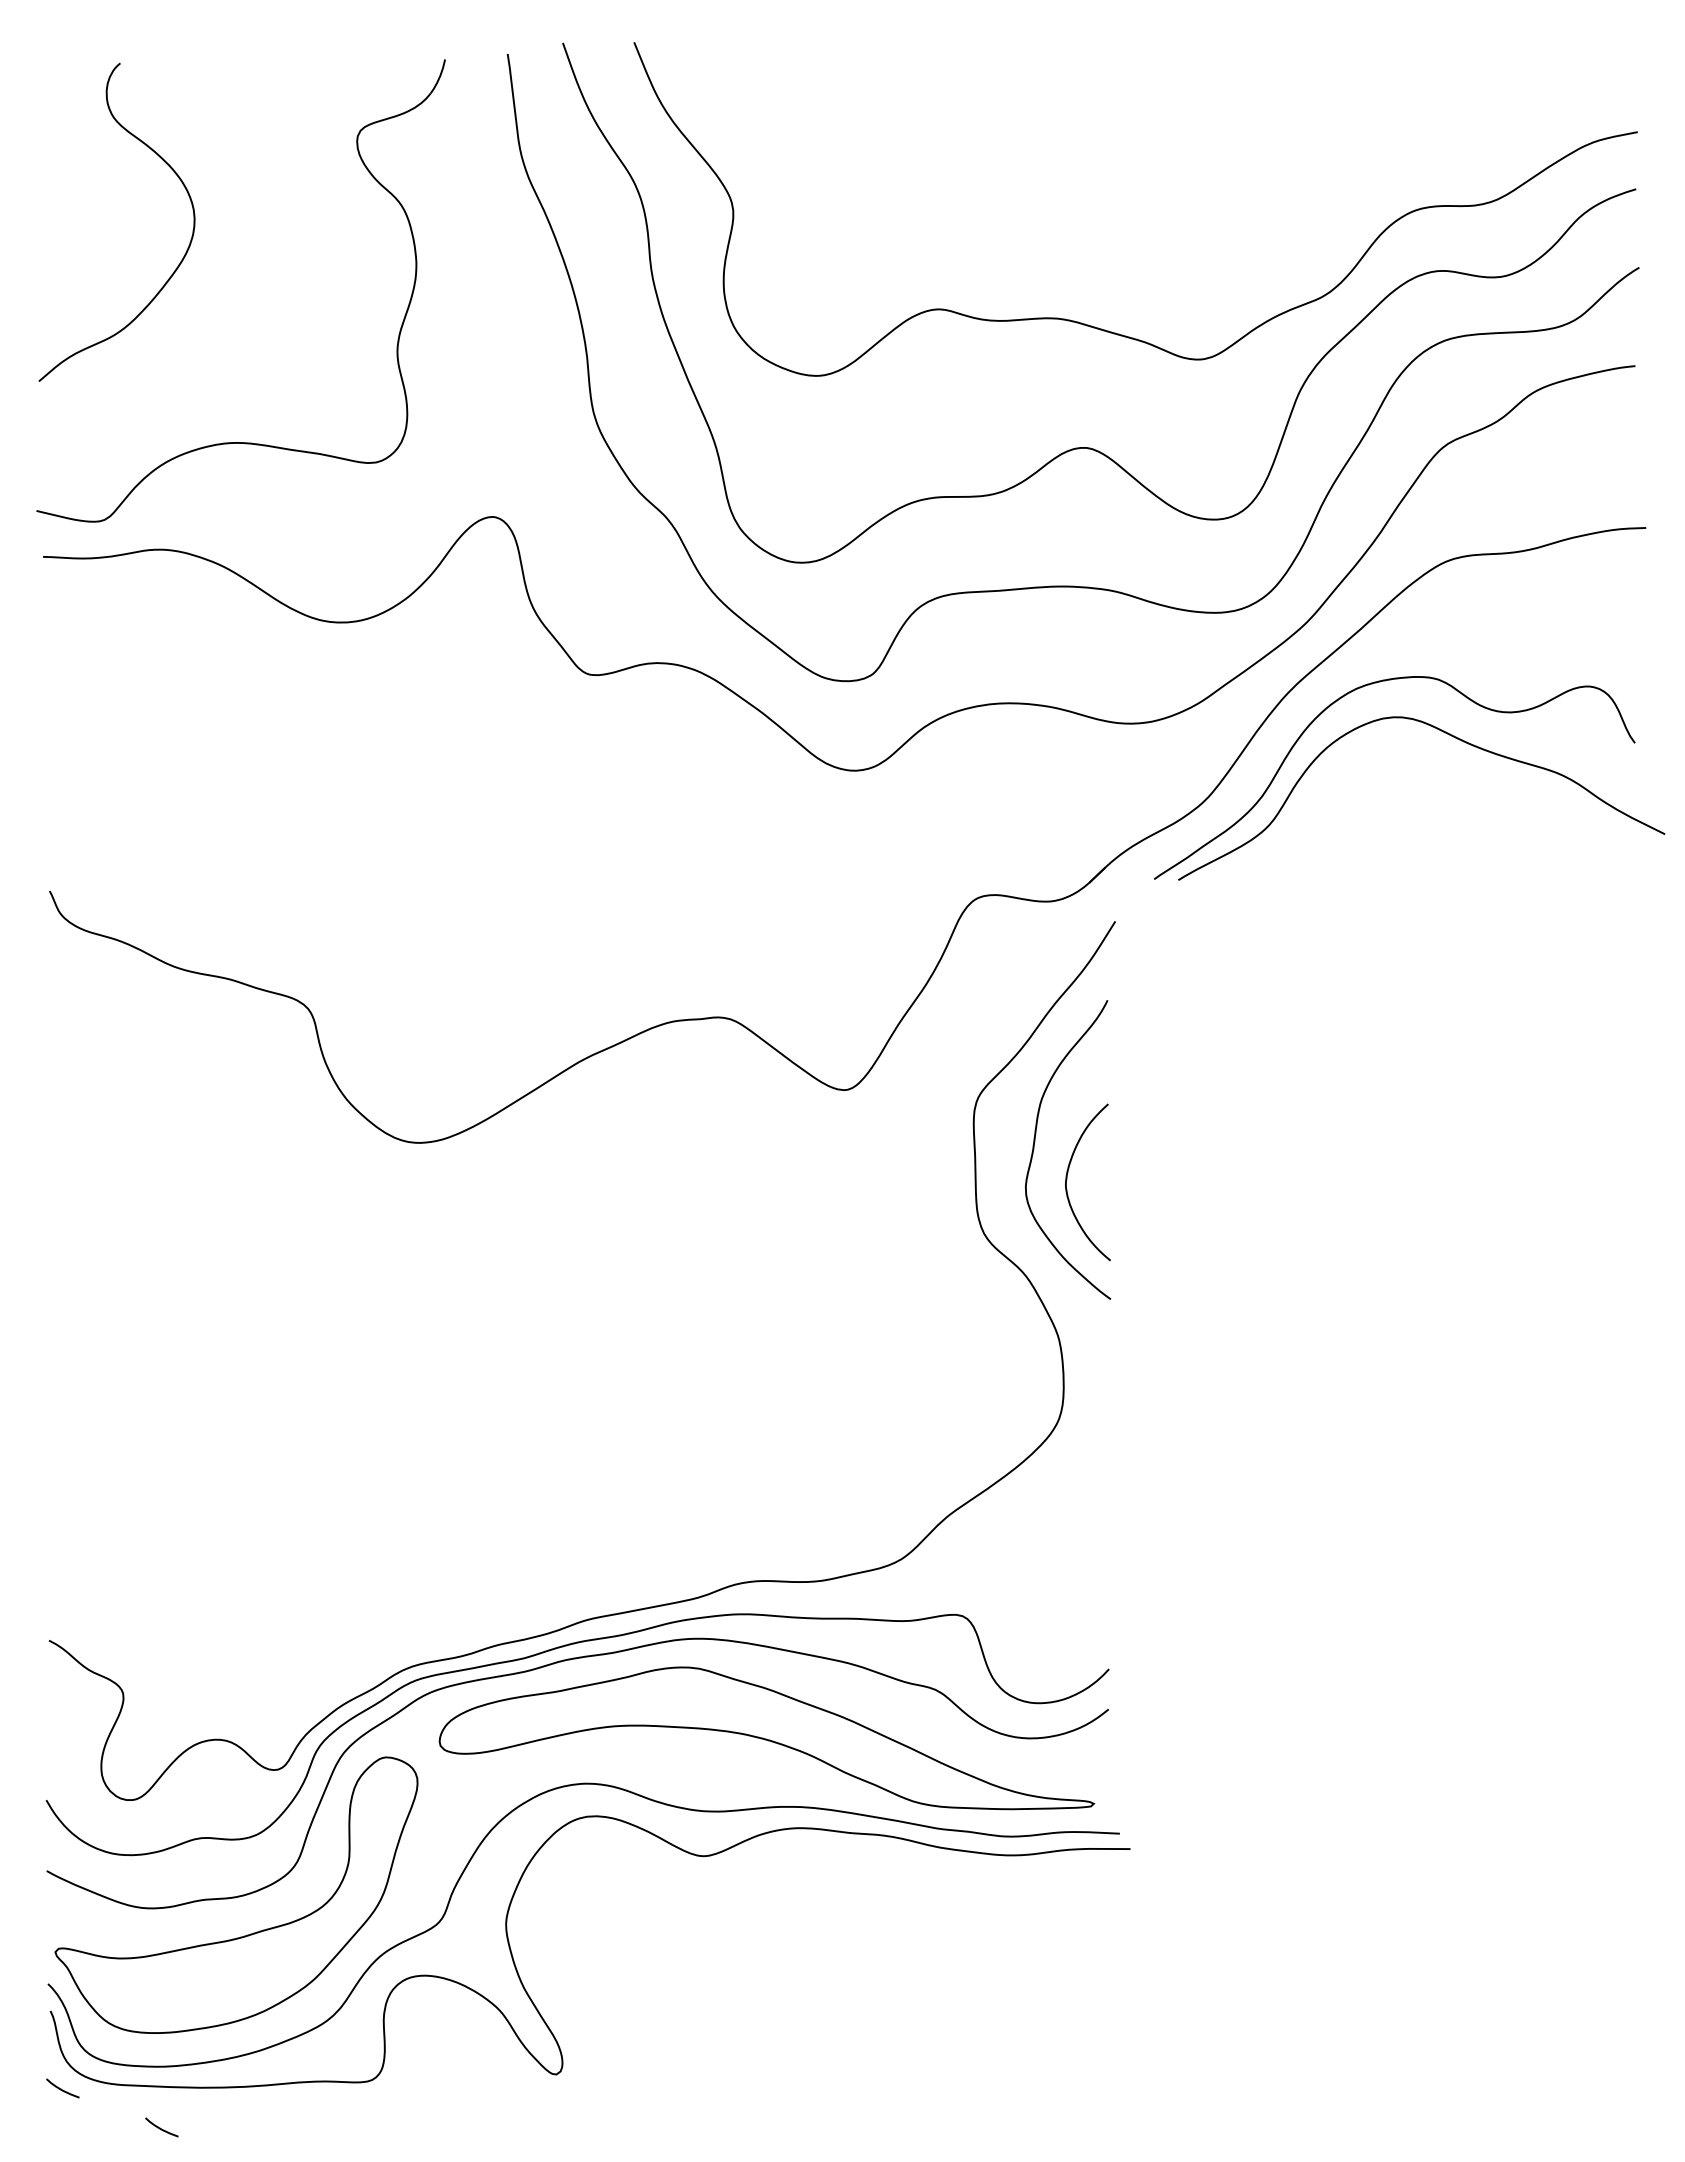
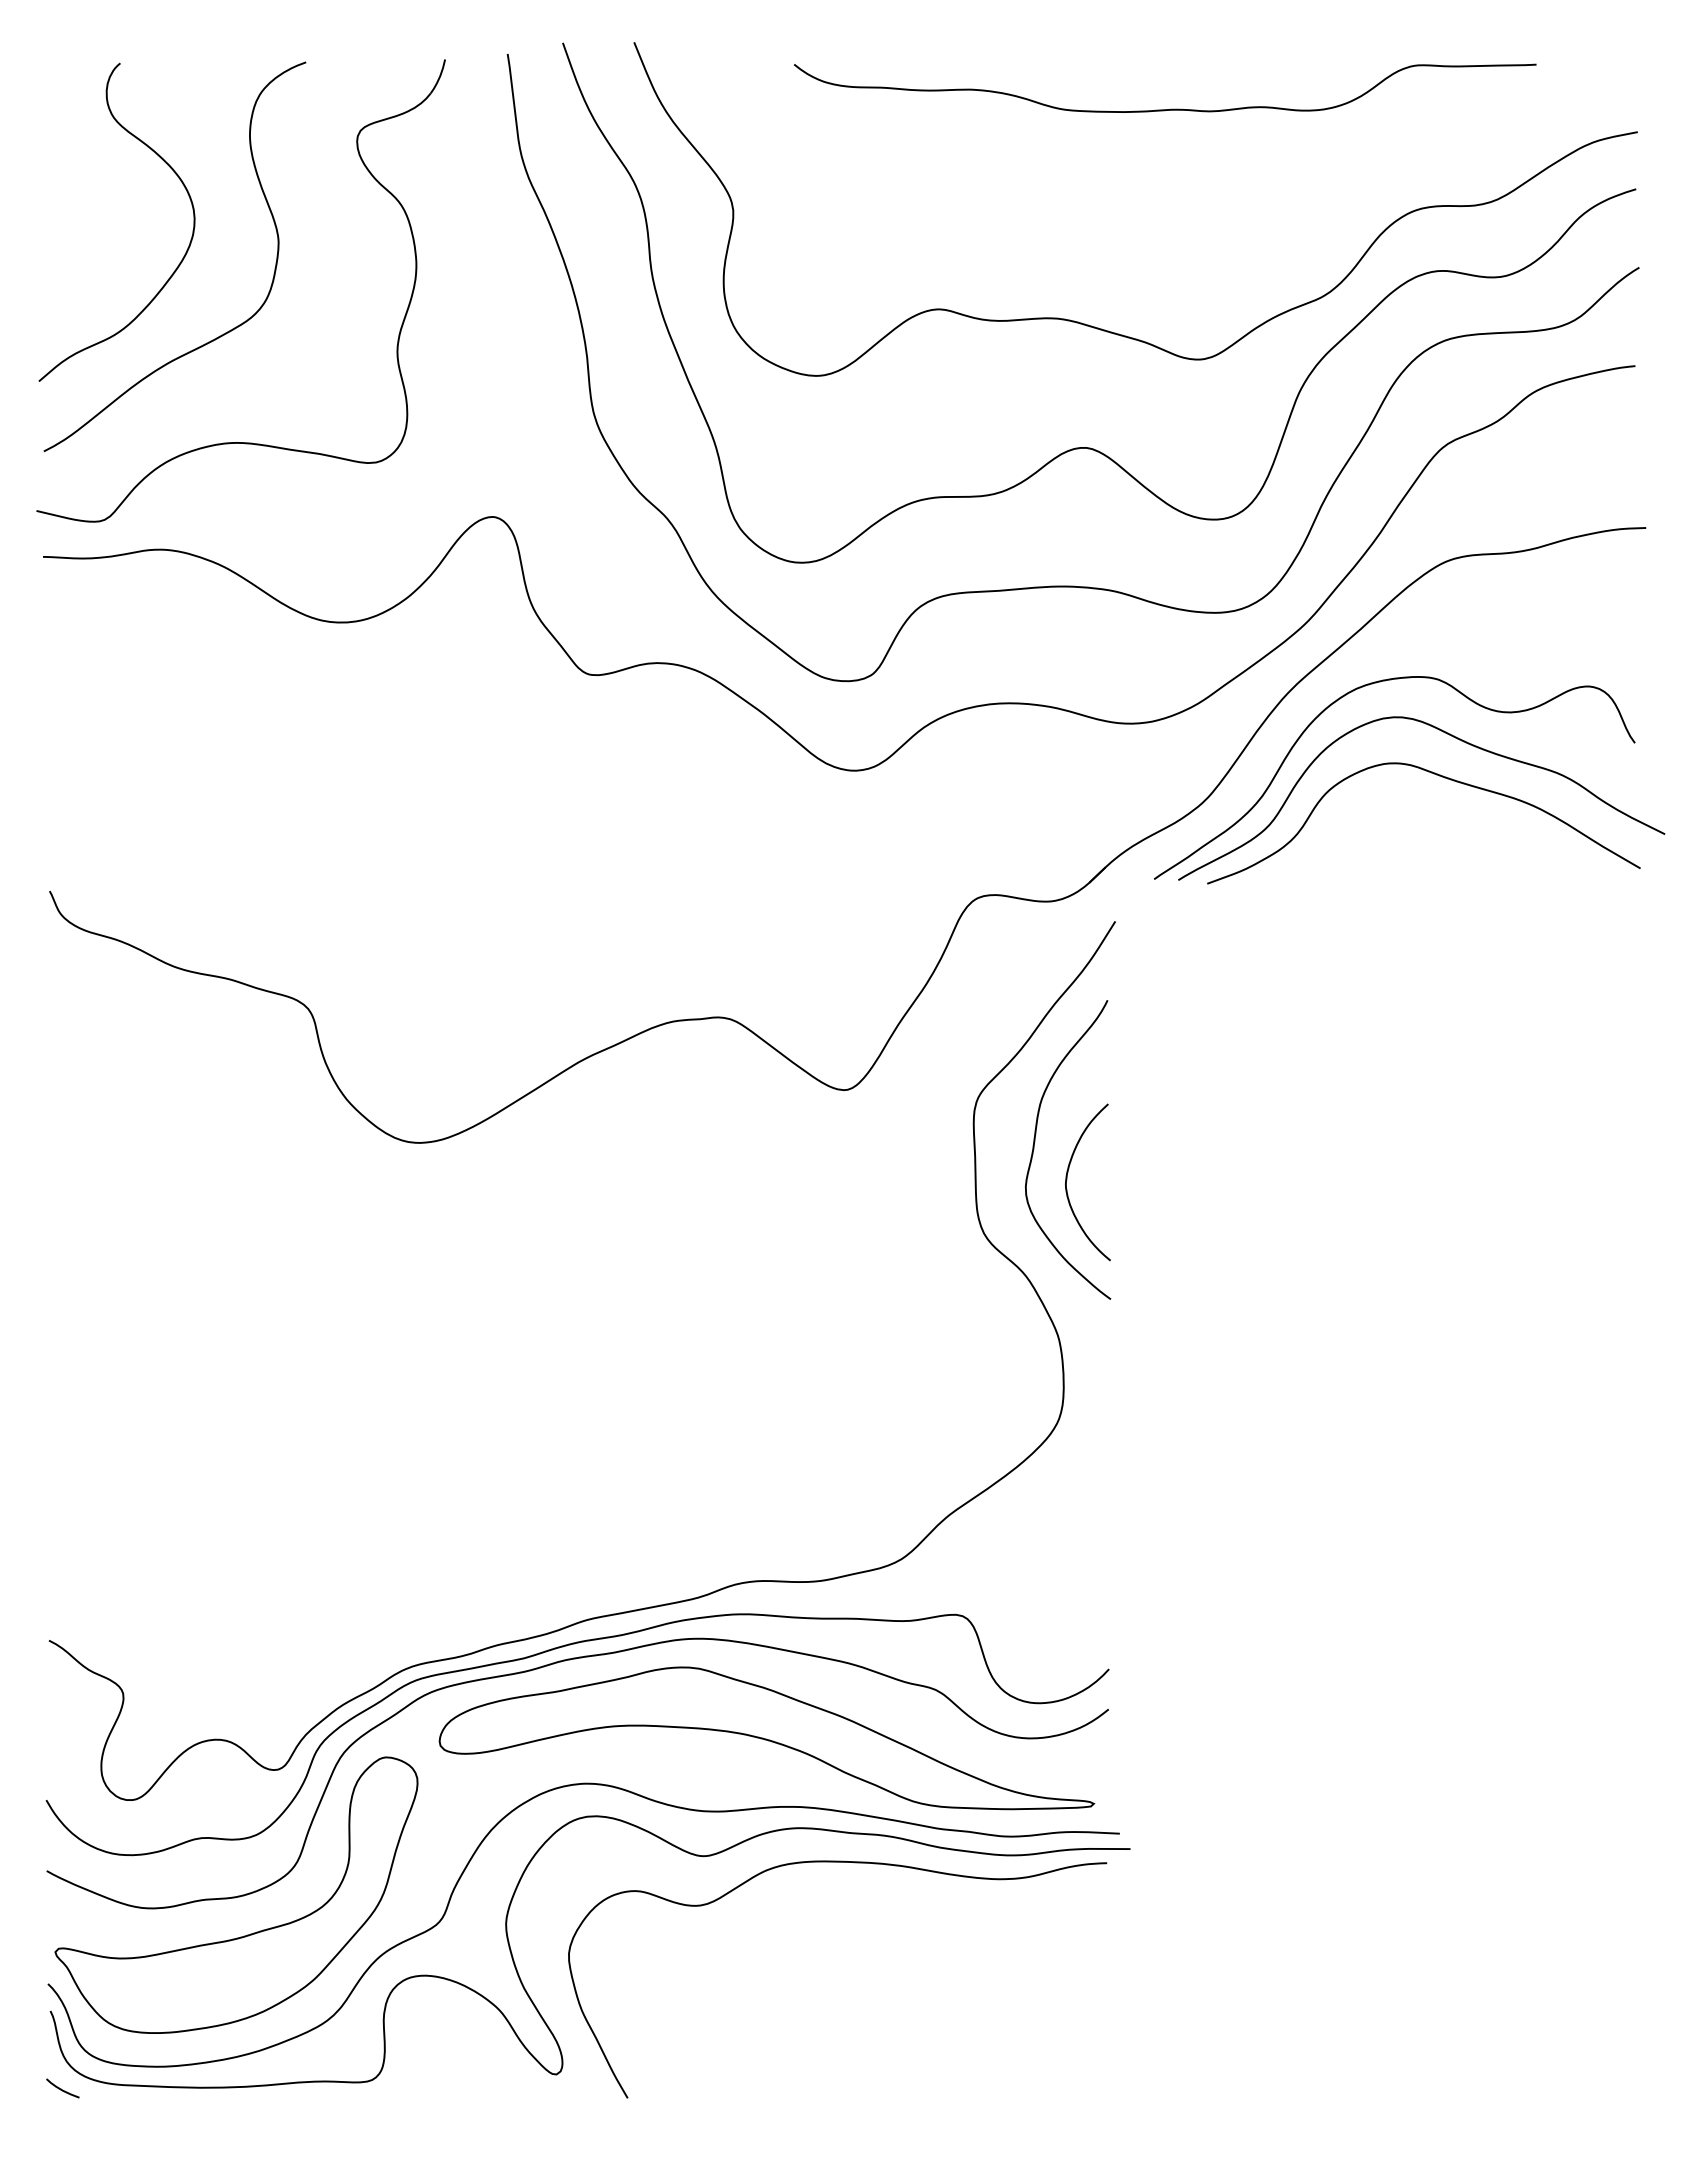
curve at (1170, 108): none -> present
curve at (221, 334): none -> present
curve at (1439, 776): none -> present
curve at (837, 1862): none -> present
curve at (160, 2127): present -> none
